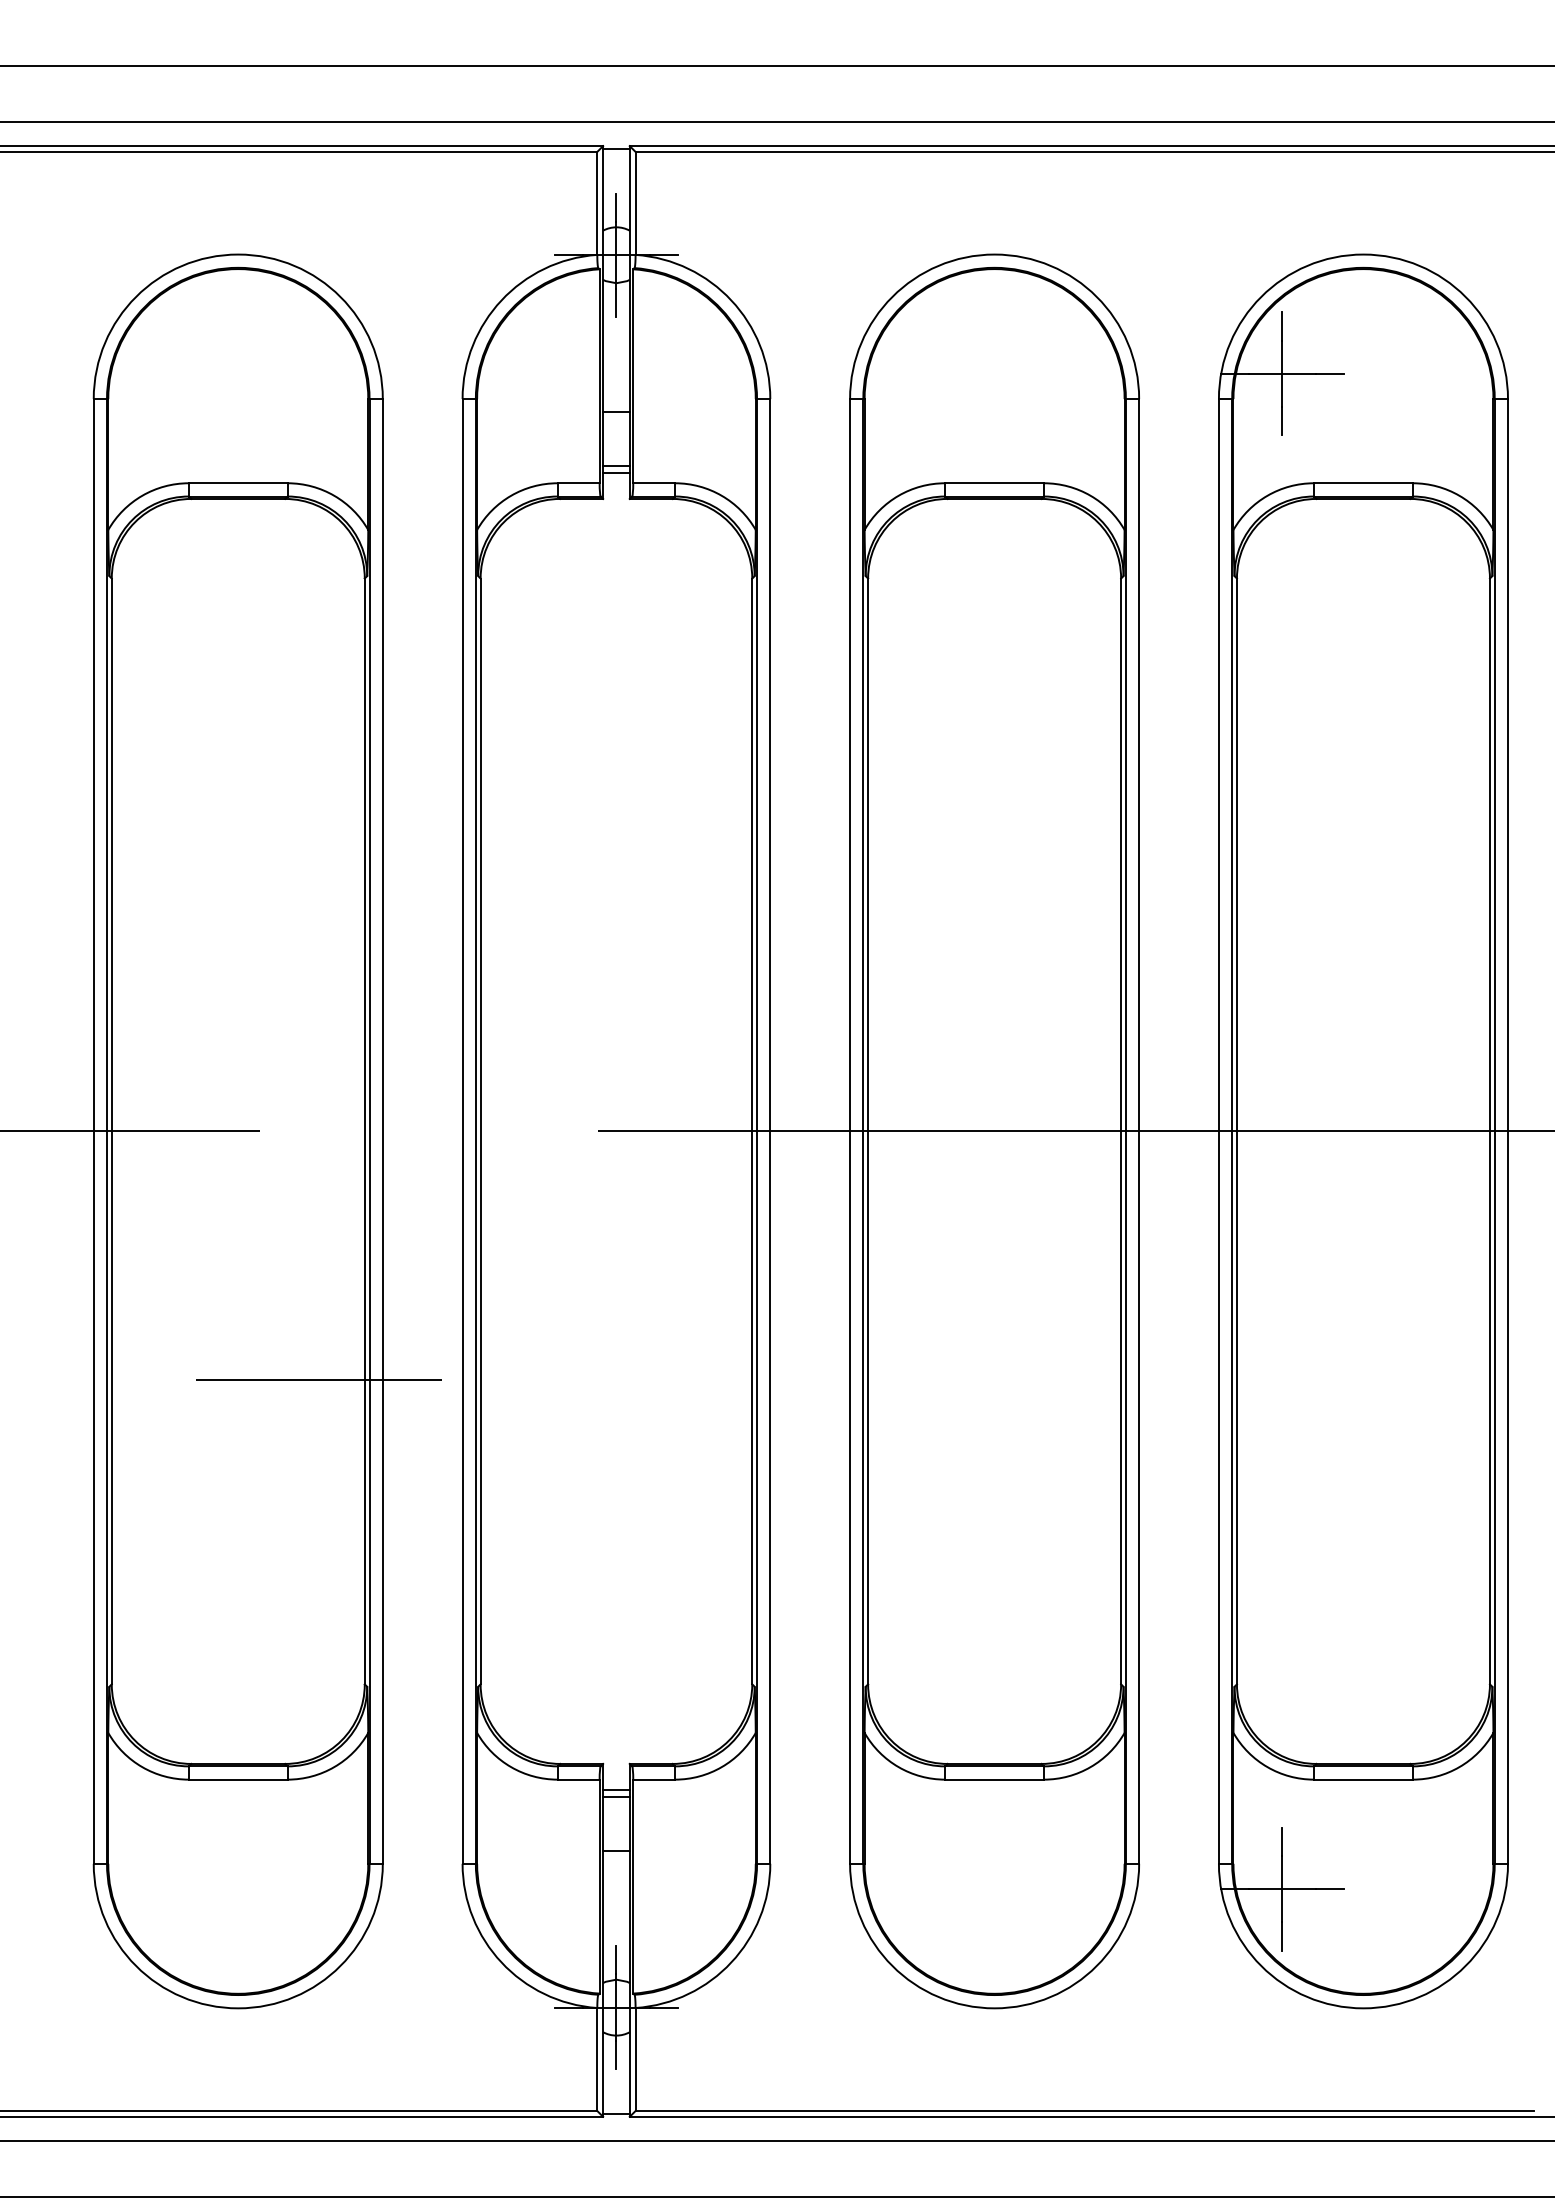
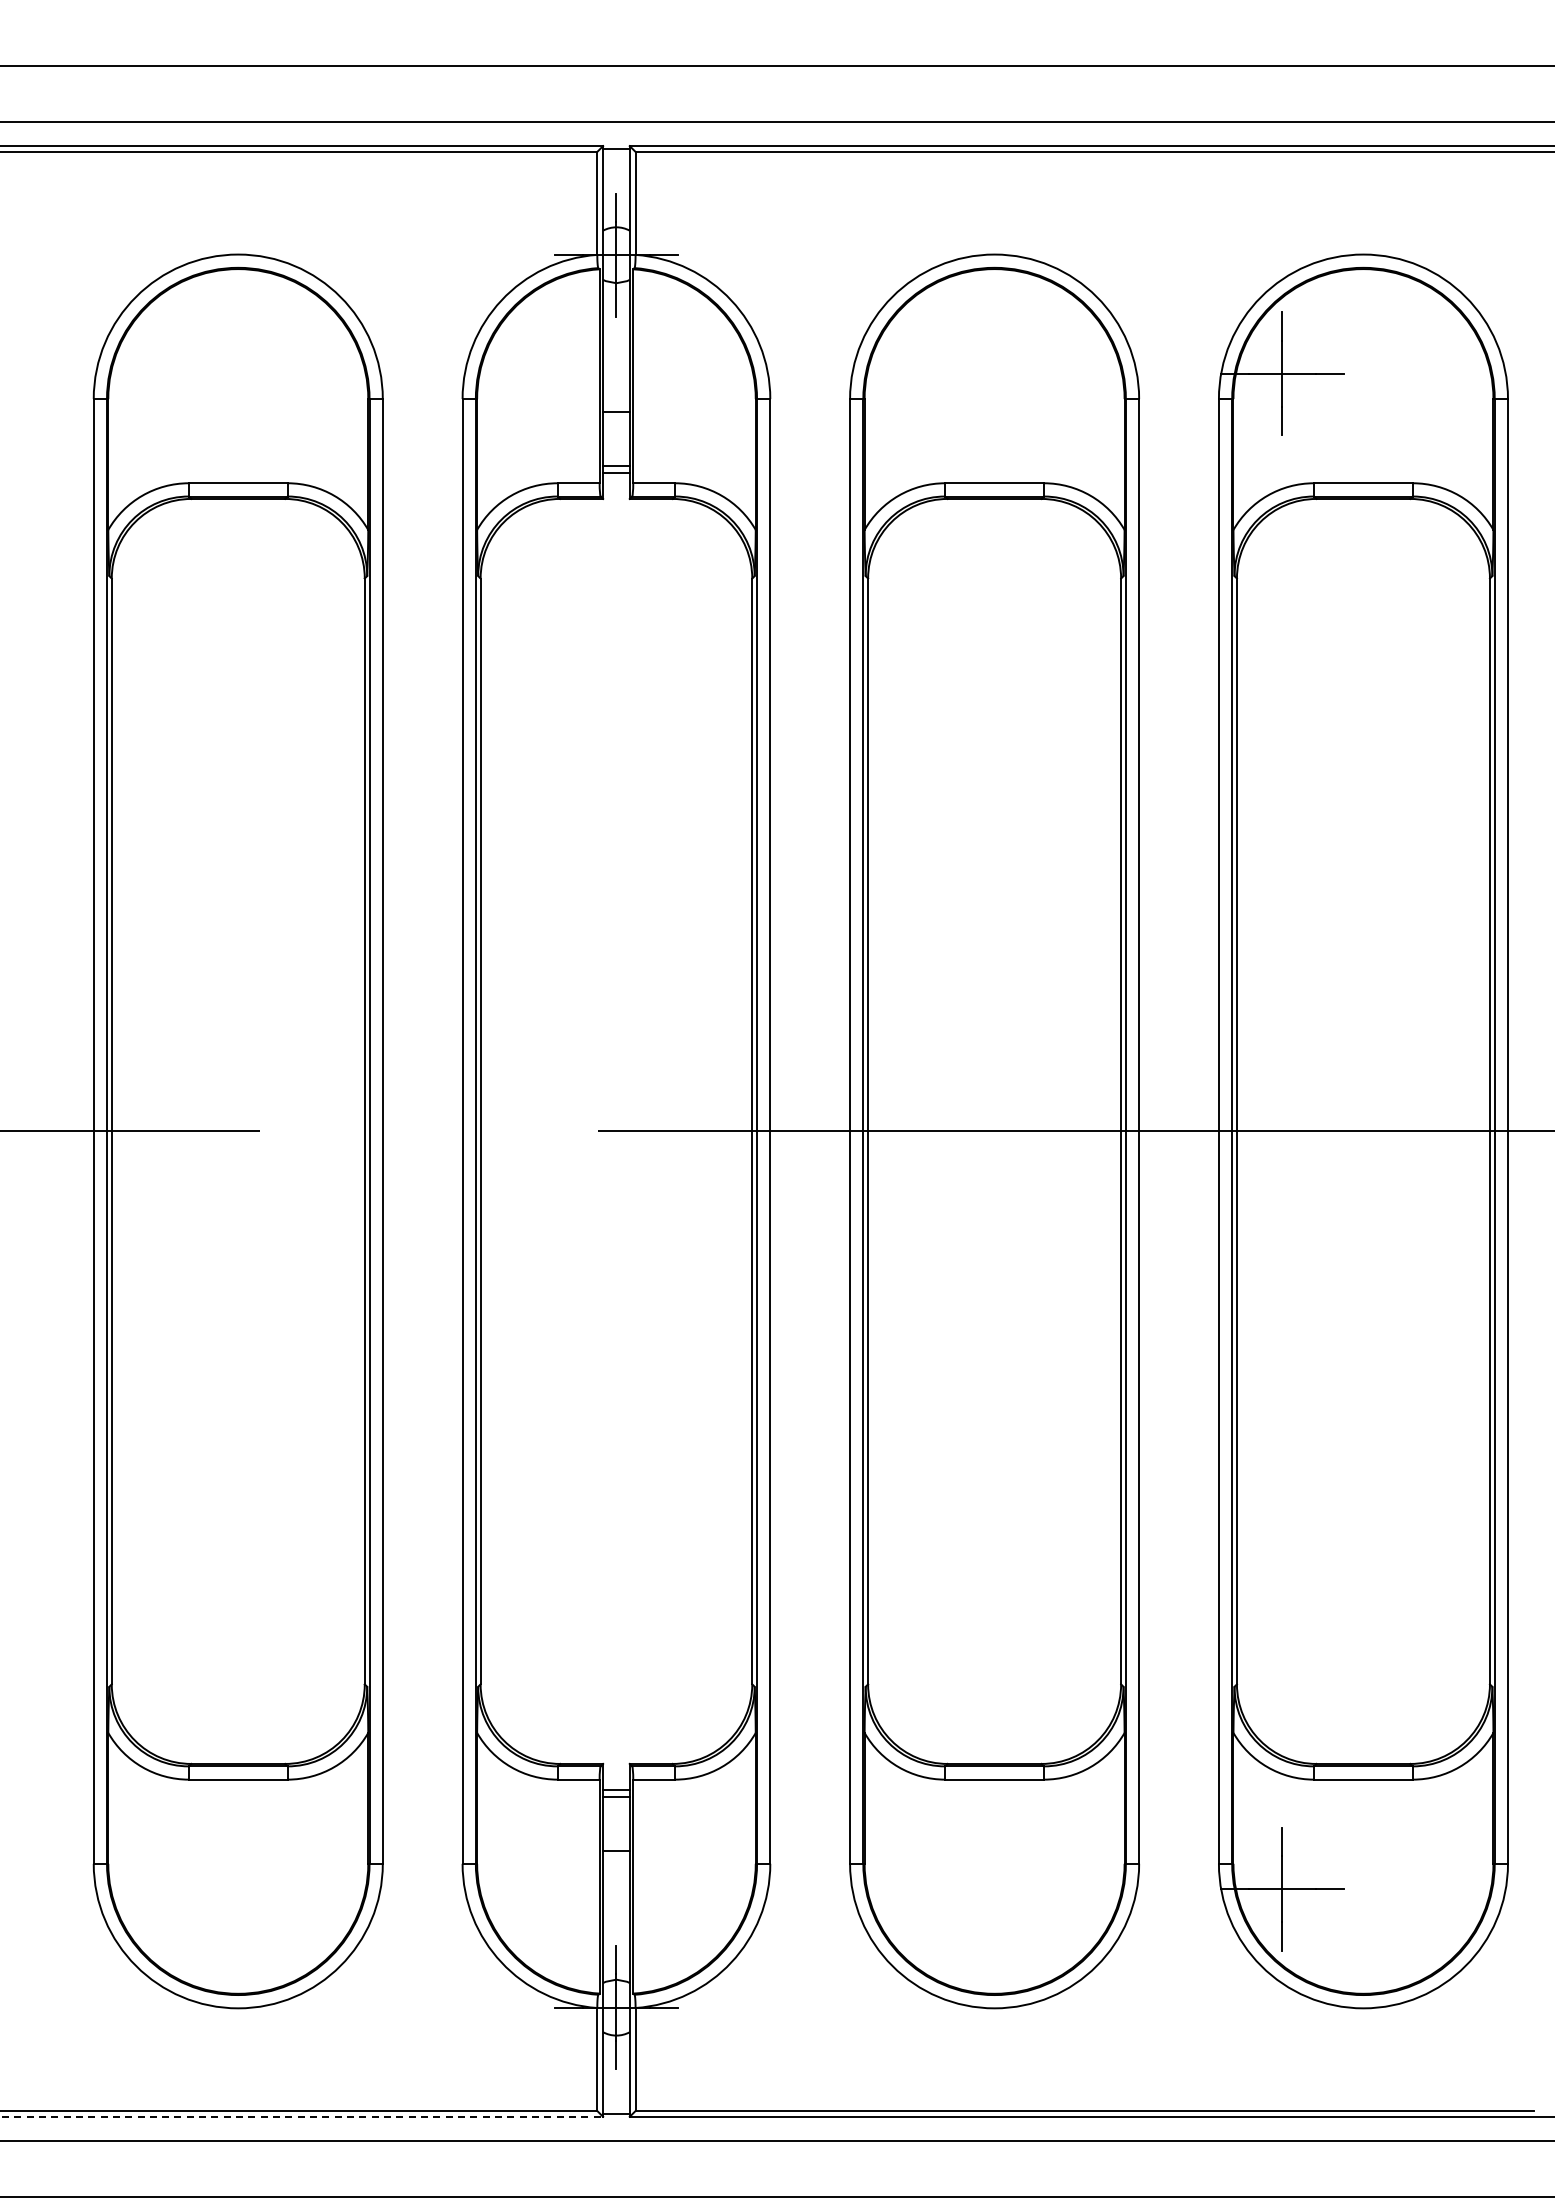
line at (318, 1379): present -> none
line at (302, 2116): solid -> dashed
